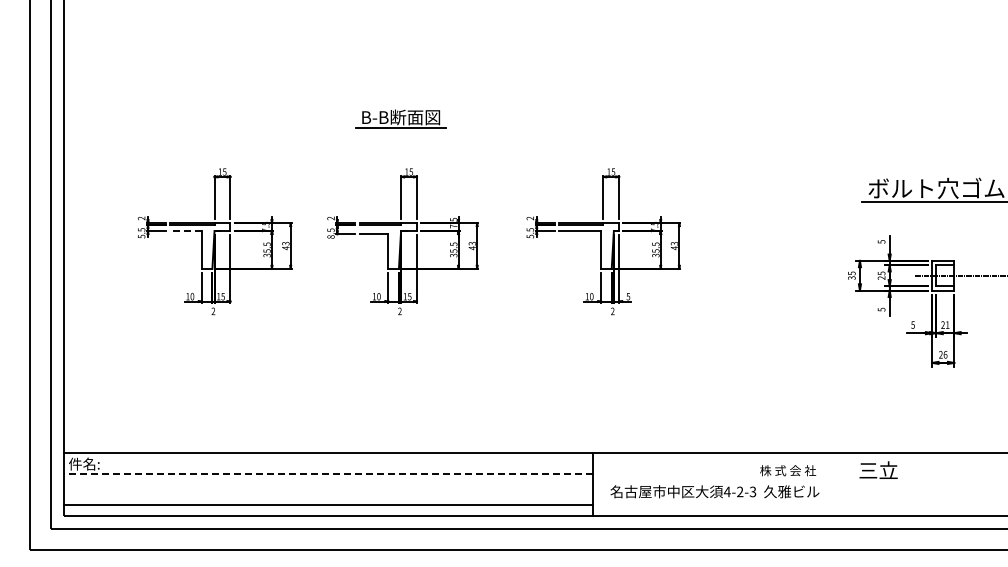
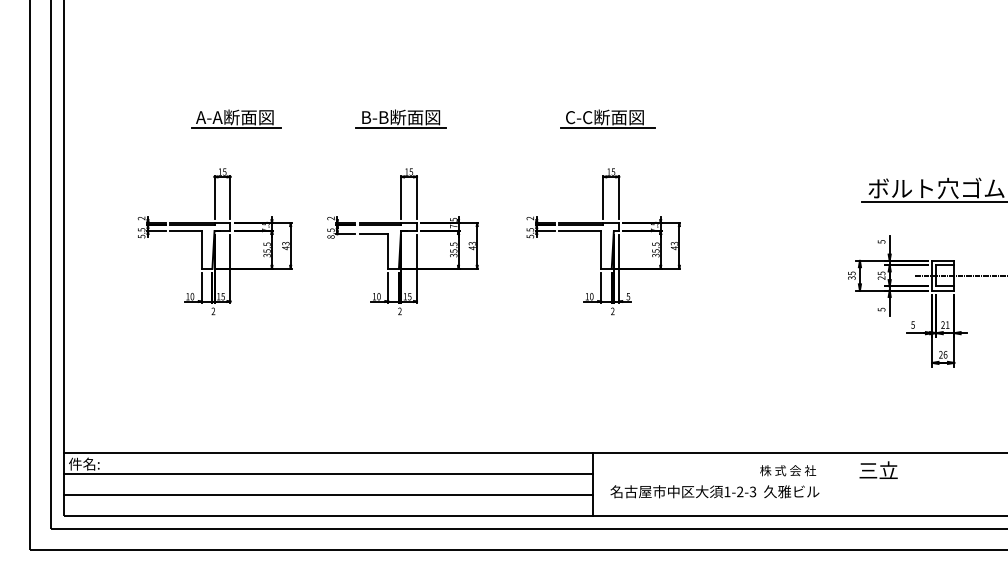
part at (236, 118): none -> present
part at (607, 118): none -> present
line at (186, 231): dashed -> solid
line at (328, 474): dashed -> solid
text at (726, 491): 4-2-3 -> 1-2-3
line at (328, 505) position: (328, 505) -> (328, 495)
